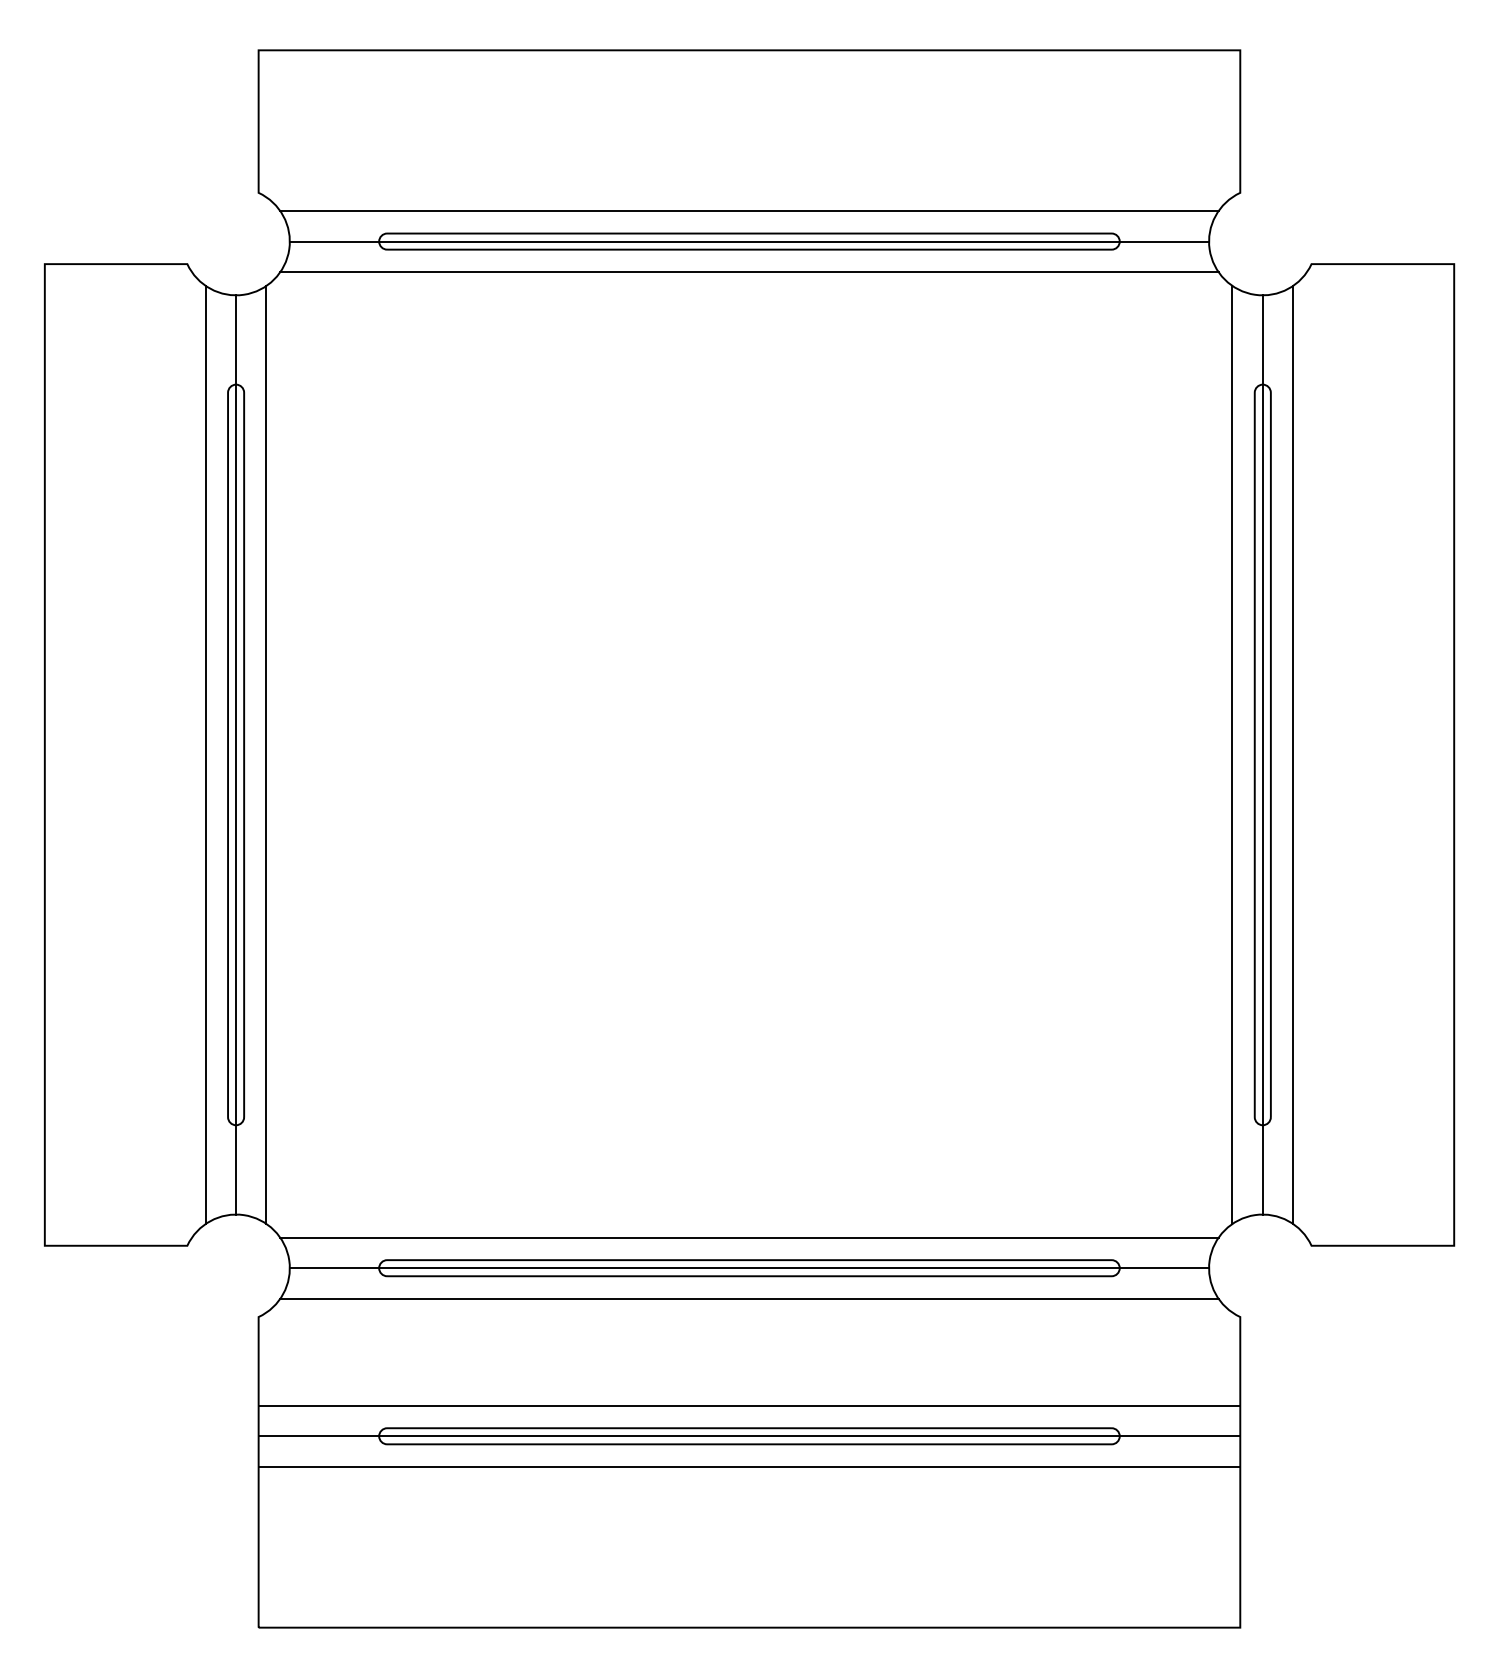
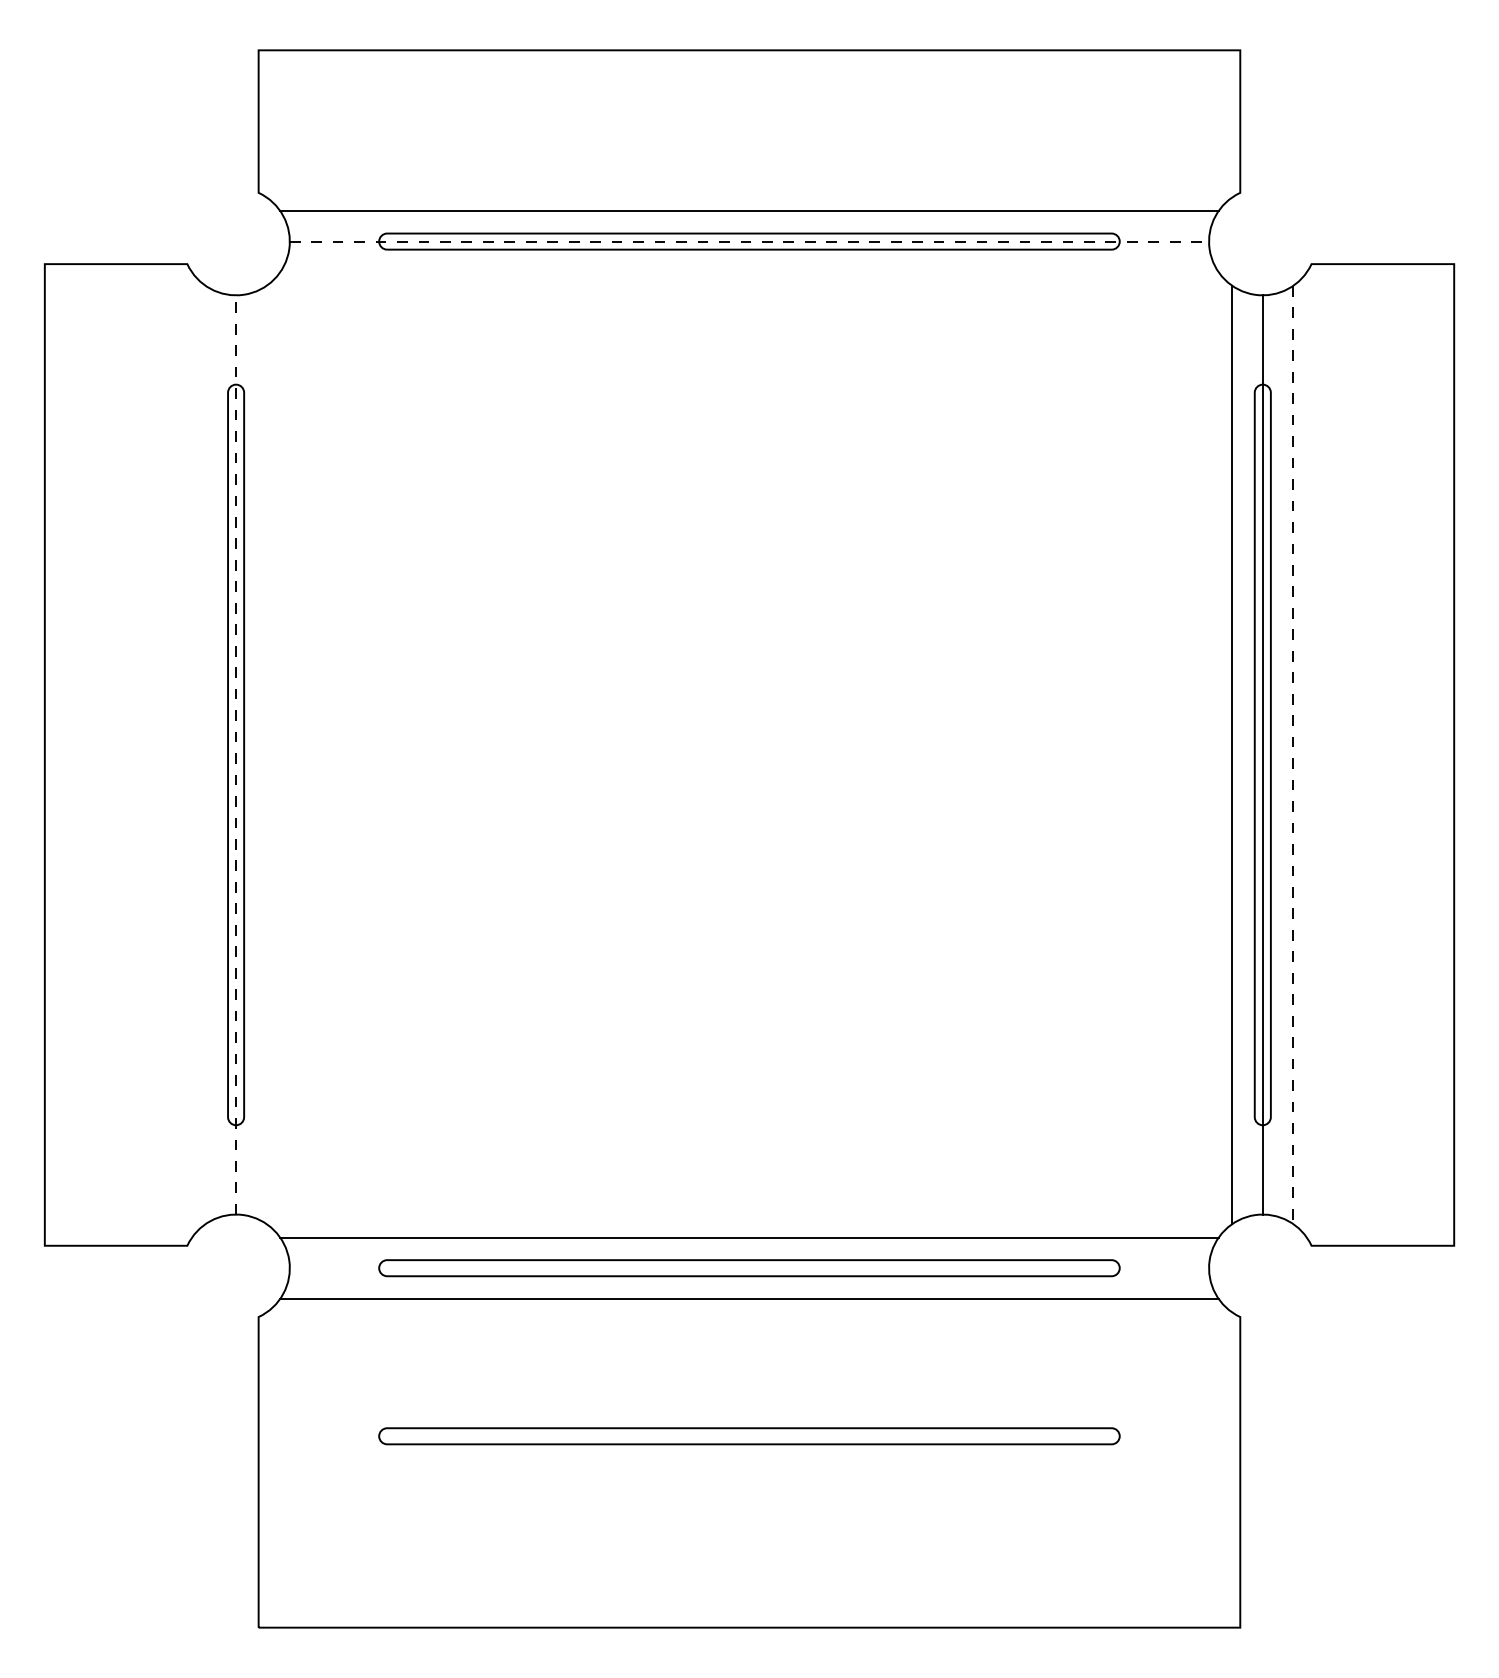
line at (749, 241): solid -> dashed
line at (749, 271): present -> none
line at (205, 754): present -> none
line at (236, 754): solid -> dashed
line at (266, 754): present -> none
line at (1293, 755): solid -> dashed
line at (749, 1268): present -> none
line at (749, 1406): present -> none
line at (749, 1436): present -> none
line at (749, 1466): present -> none
